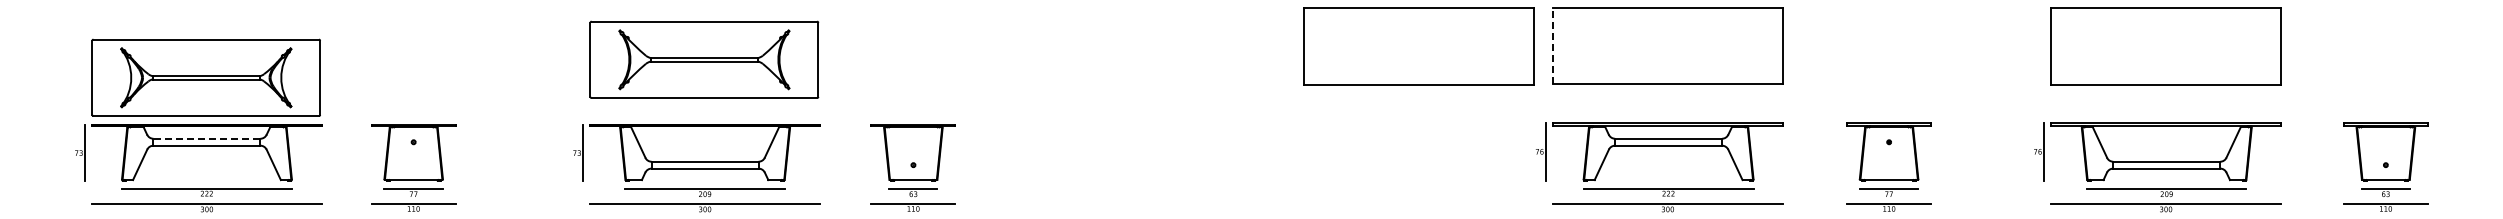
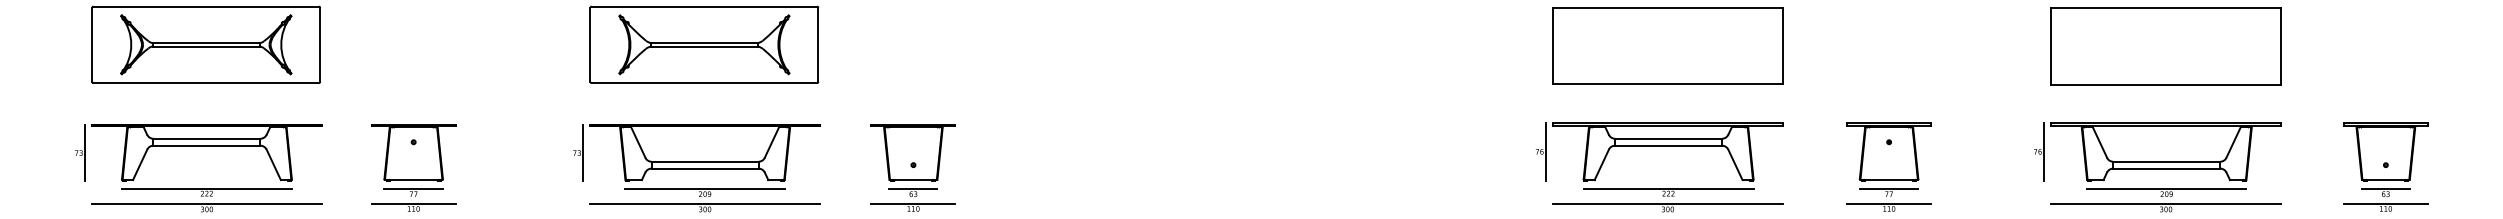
line at (1553, 45): dashed -> solid
part at (1418, 46): present -> none
part at (704, 59) position: (704, 59) -> (704, 44)
part at (205, 77) position: (205, 77) -> (205, 44)
line at (206, 138): dashed -> solid
